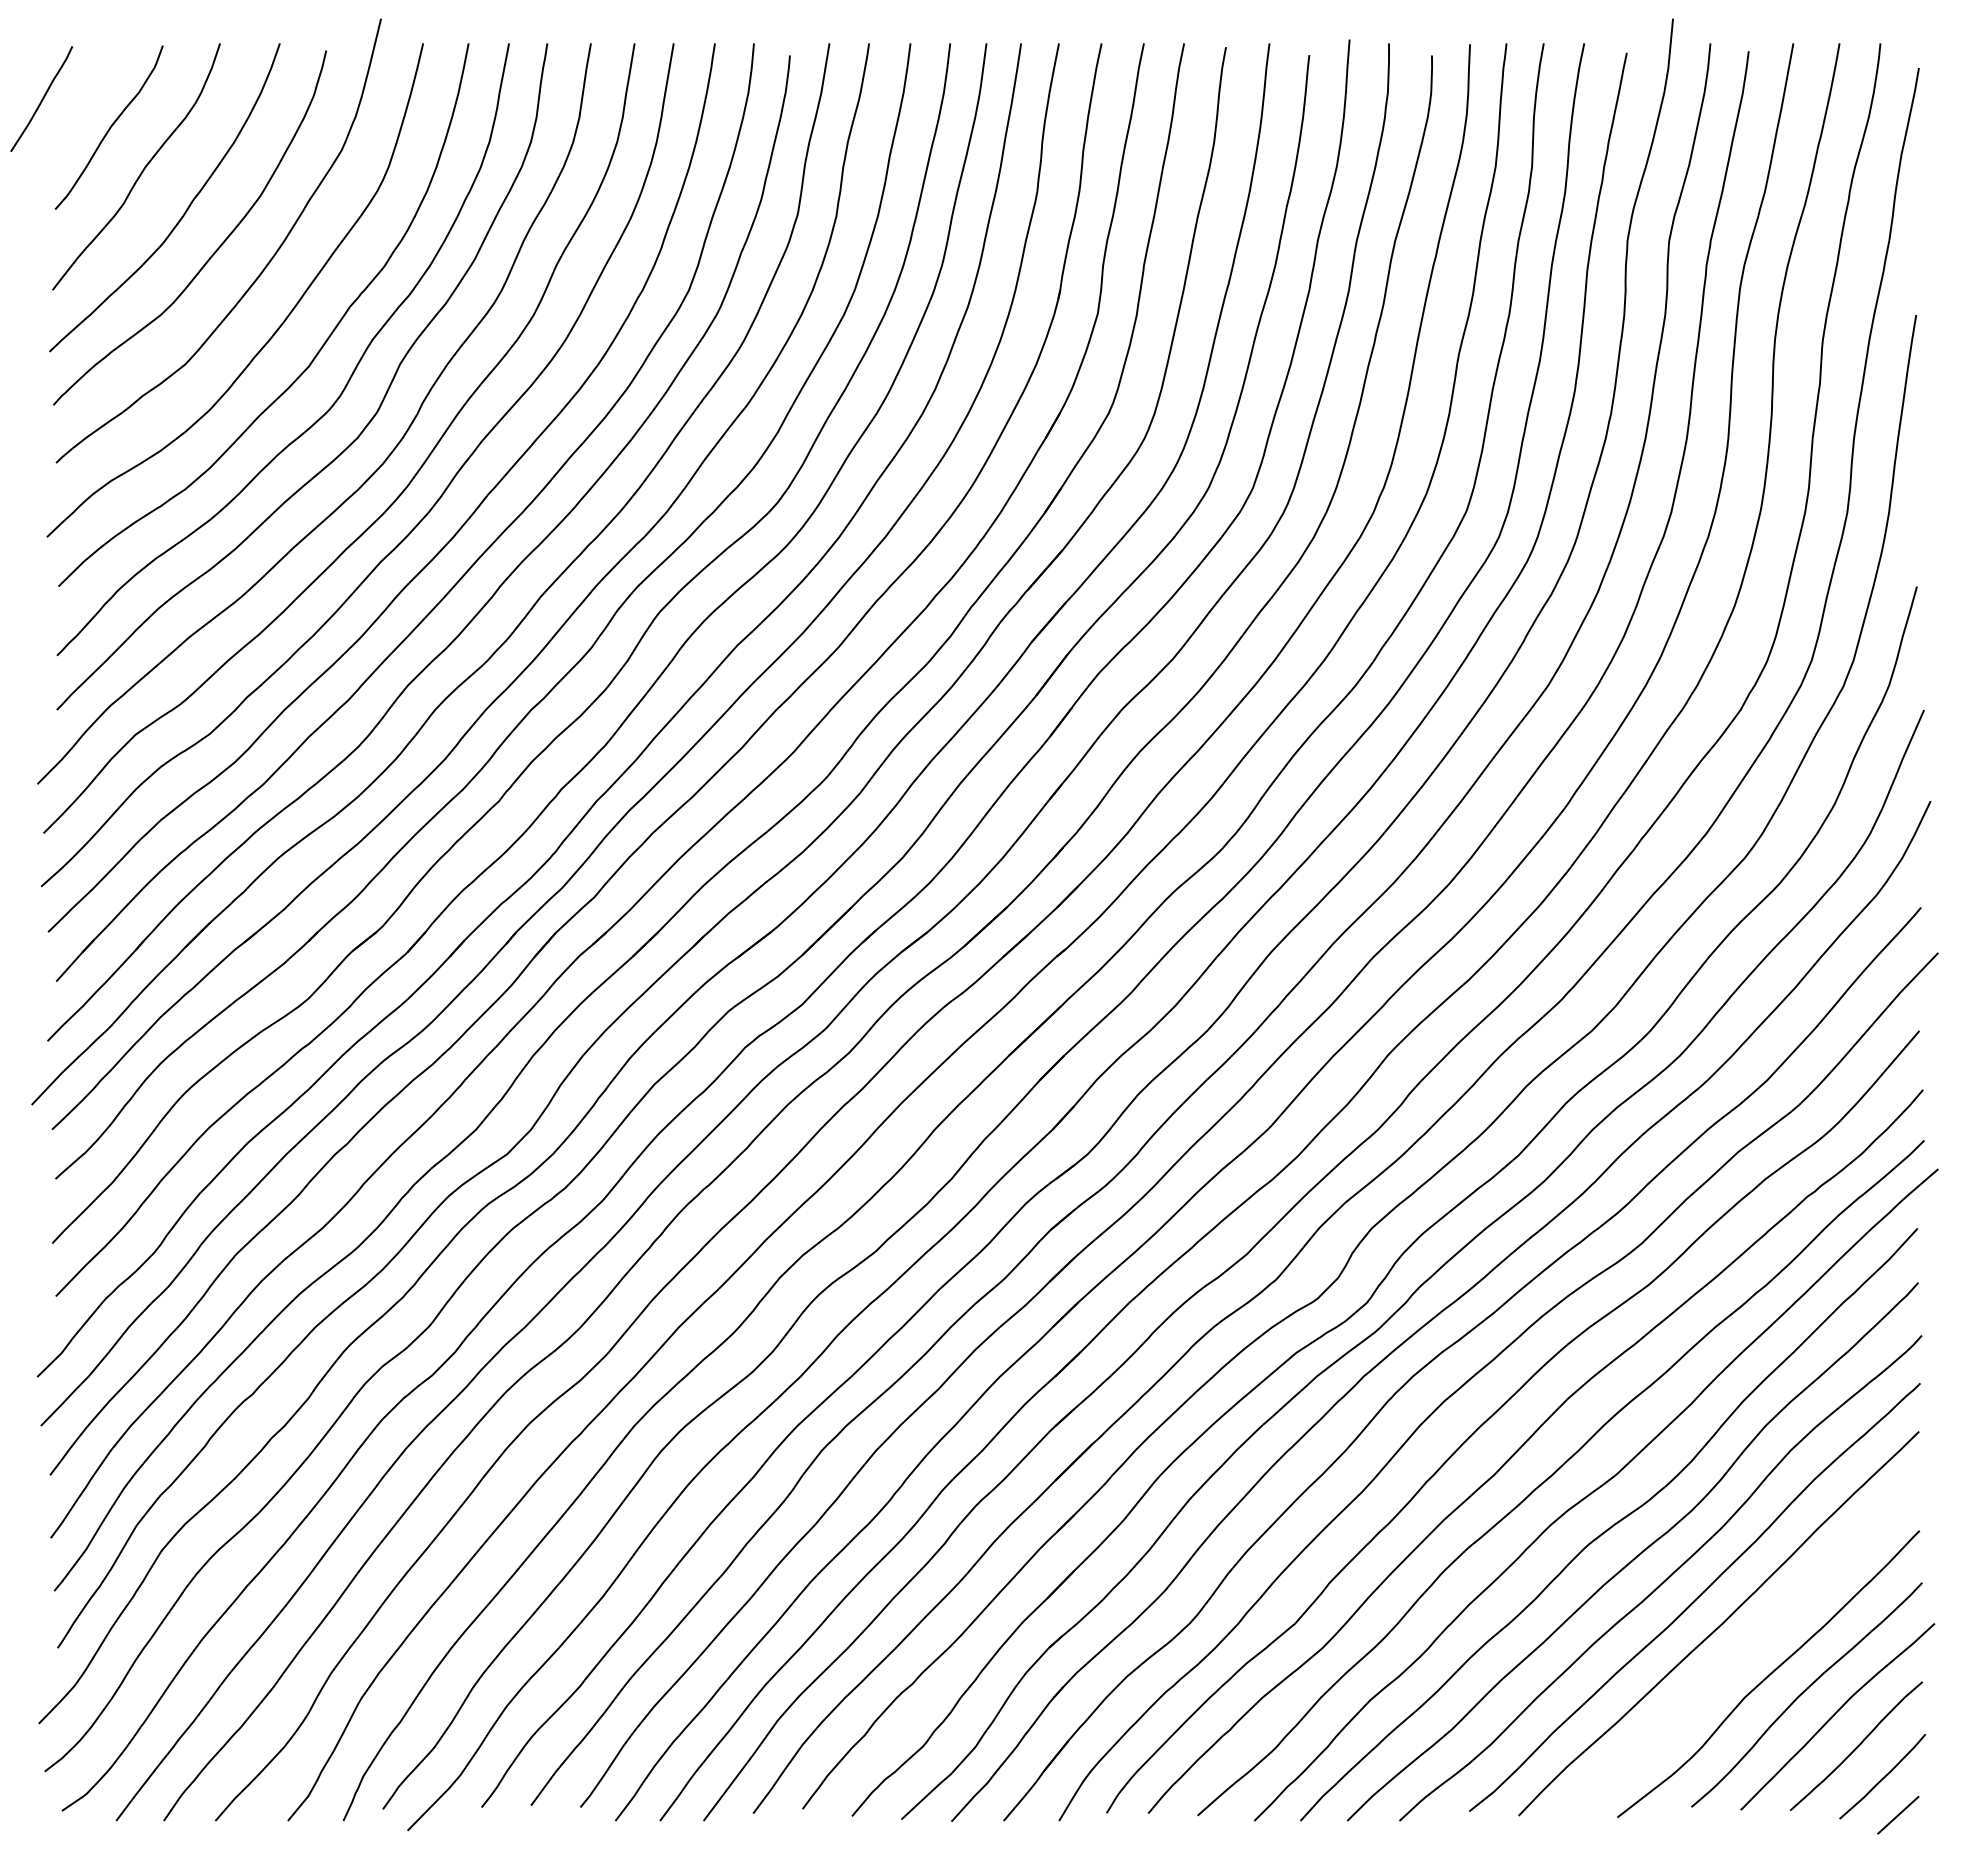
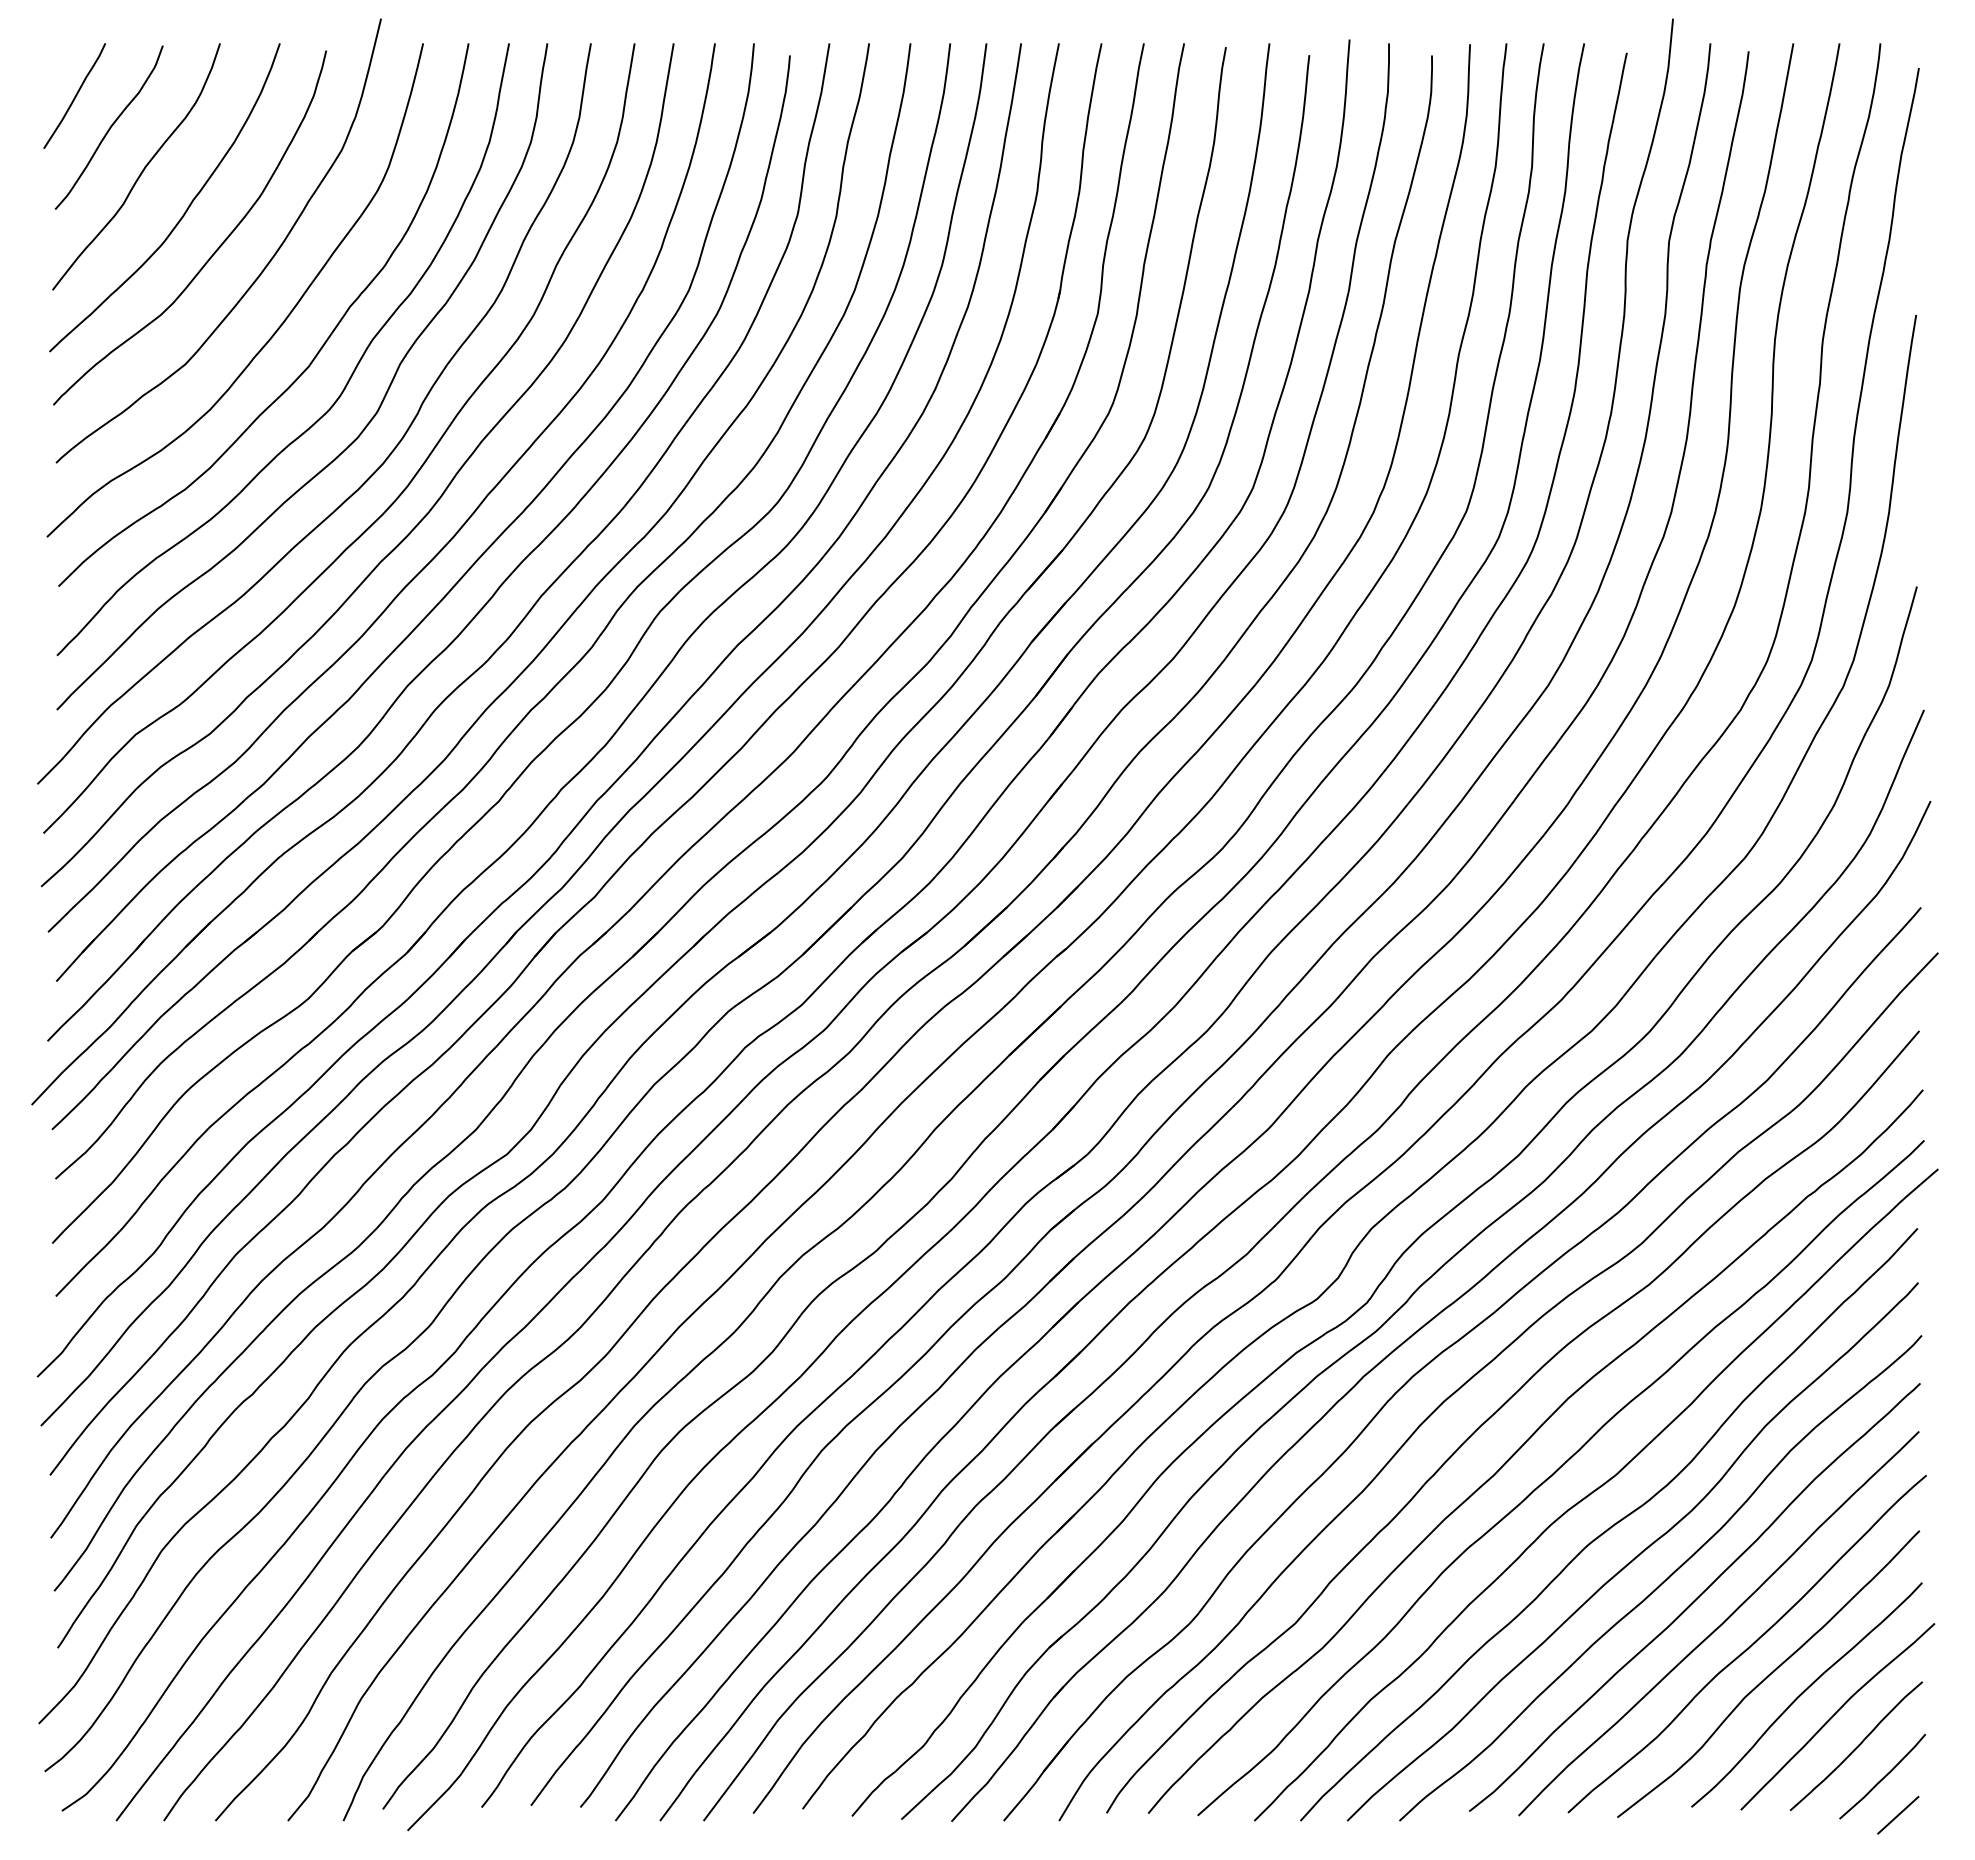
curve at (42, 98) position: (42, 98) -> (75, 95)
curve at (1747, 1647): none -> present
